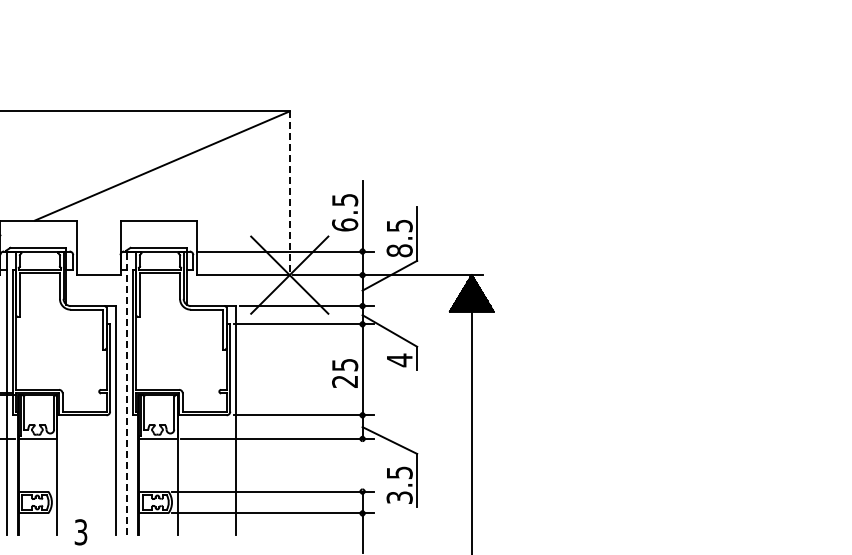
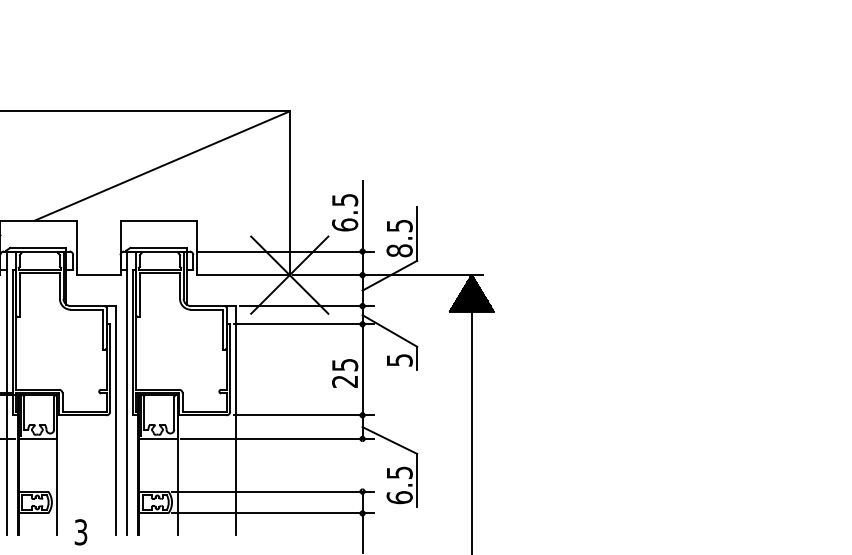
line at (289, 193): dashed -> solid
text at (399, 360): 4 -> 5
line at (126, 393): dashed -> solid
text at (399, 497): 3.5 -> 6.5
